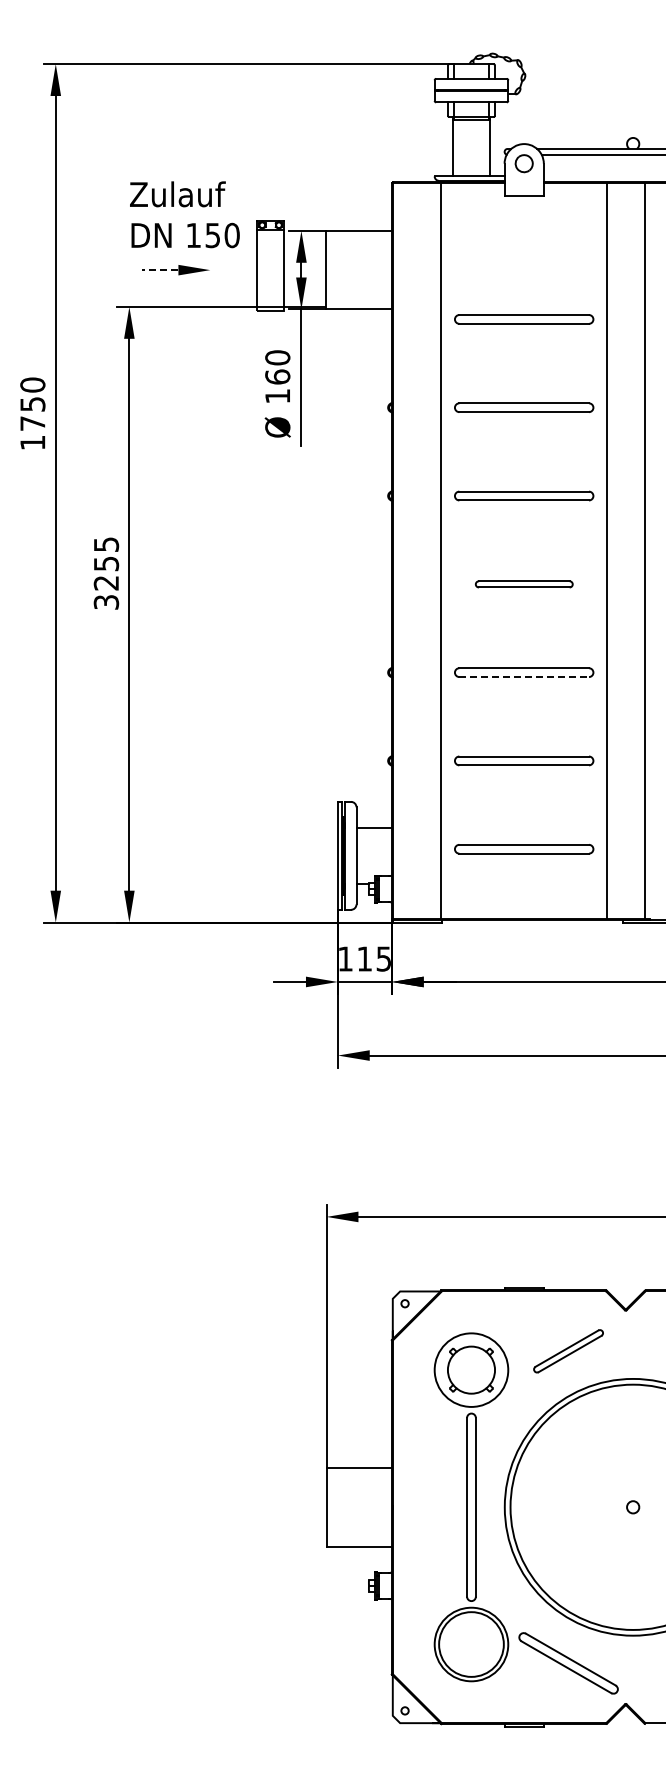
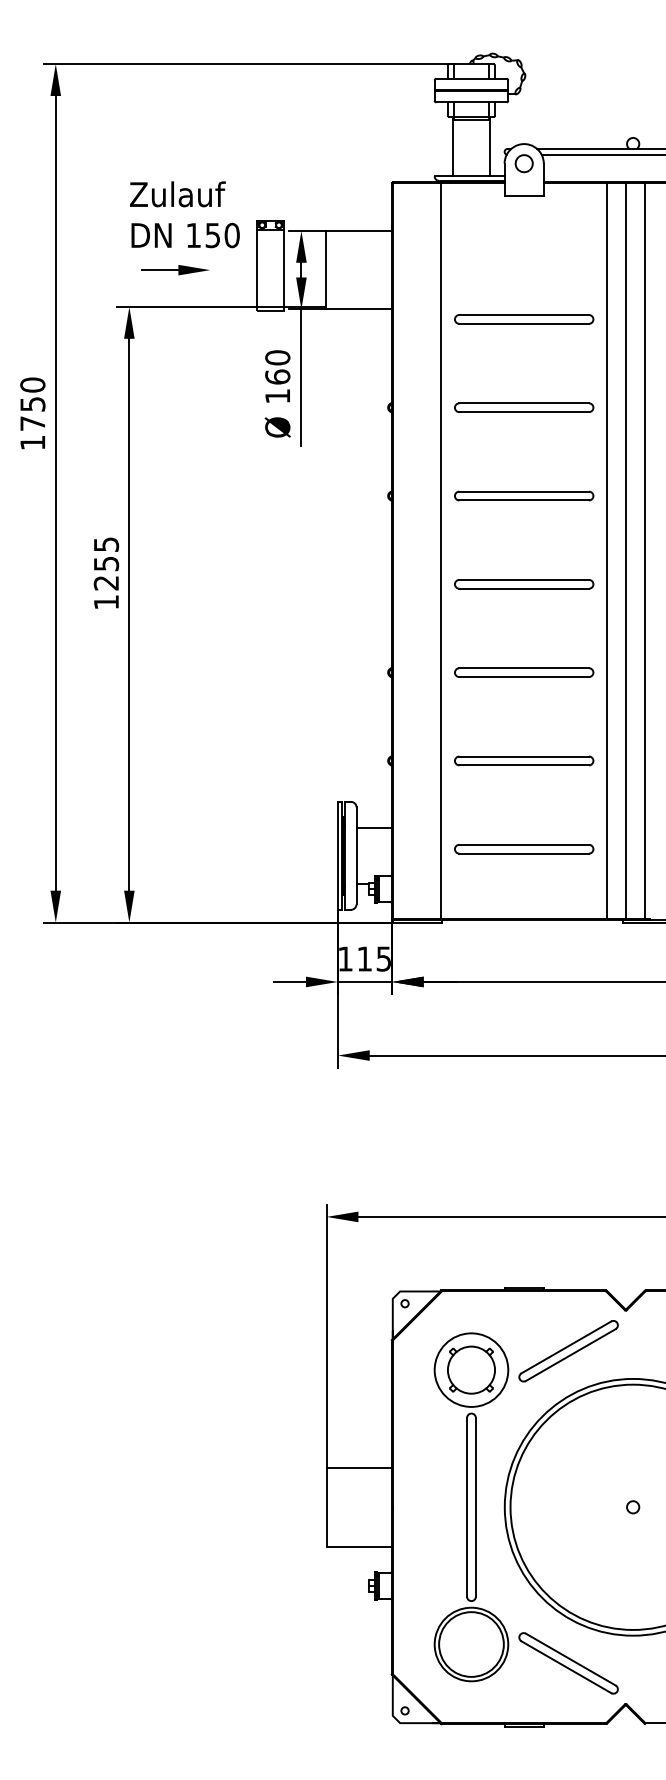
line at (159, 270): dashed -> solid
line at (625, 550): none -> present
part at (523, 584) size: 100x9 px -> 141x11 px
text at (106, 602): 3255 -> 1255
line at (524, 677): dashed -> solid
part at (568, 1351) size: 71x45 px -> 101x63 px
